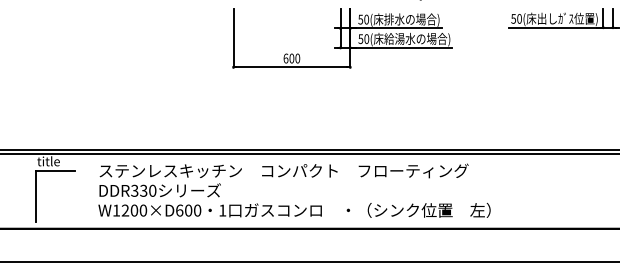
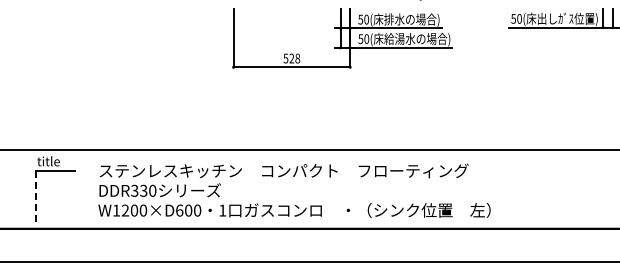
text at (291, 58): 600 -> 528
line at (309, 153): present -> none
line at (35, 196): solid -> dashed
